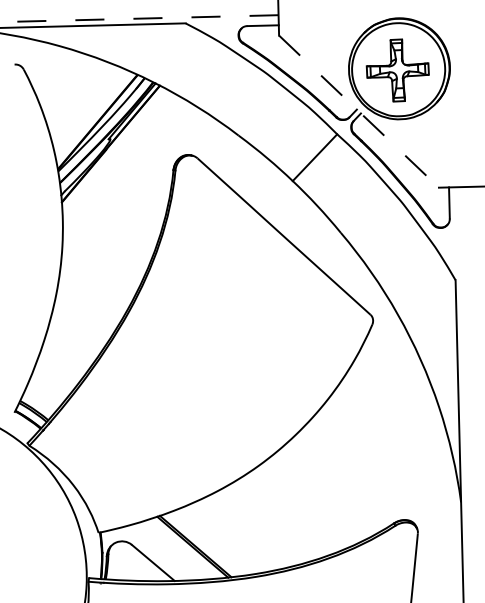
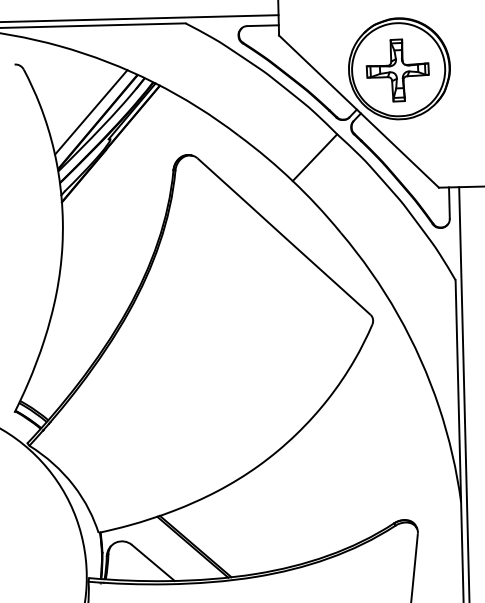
line at (139, 18): dashed -> solid
line at (359, 111): dashed -> solid
line at (91, 112): none -> present
line at (464, 393): none -> present
